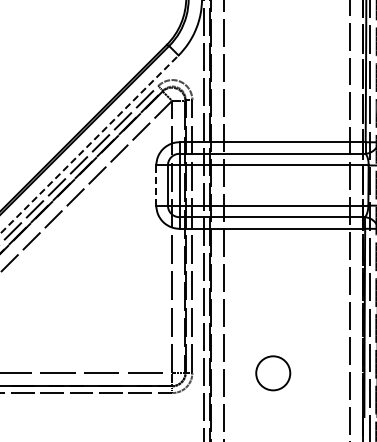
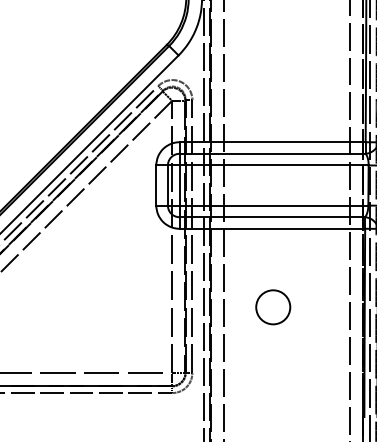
line at (89, 144): dashed -> solid
line at (156, 185): dashed -> solid
circle at (273, 373) position: (273, 373) -> (273, 307)
